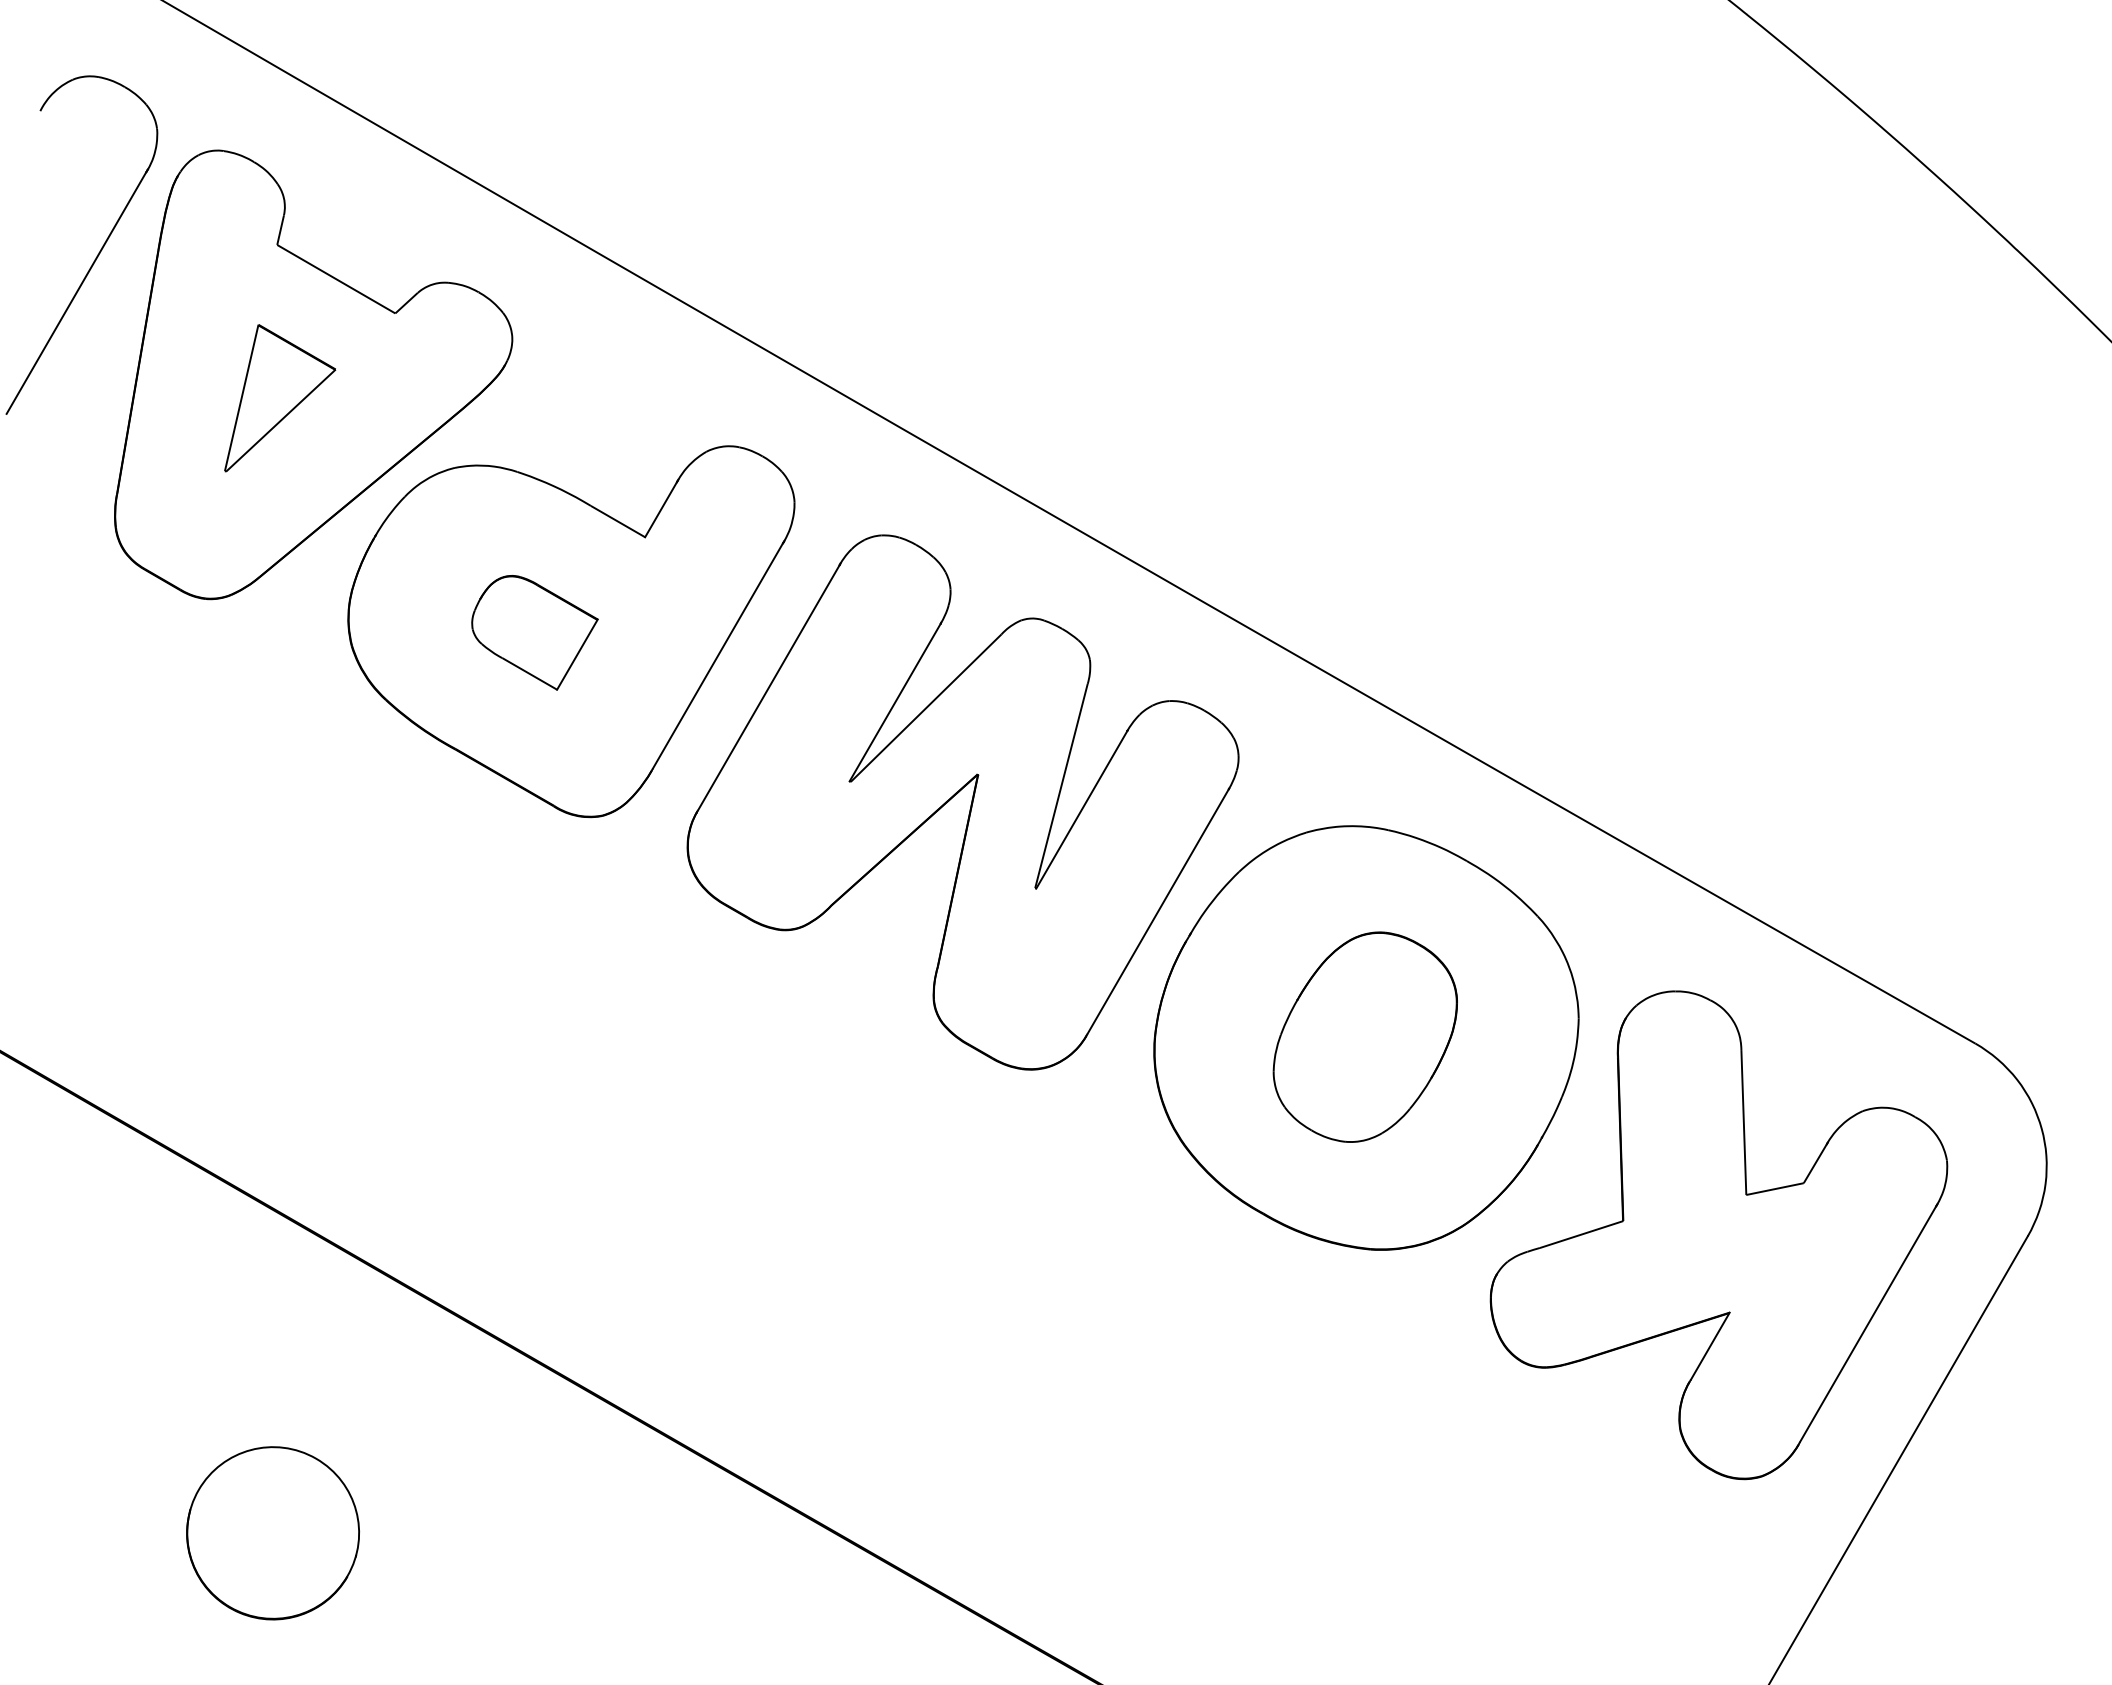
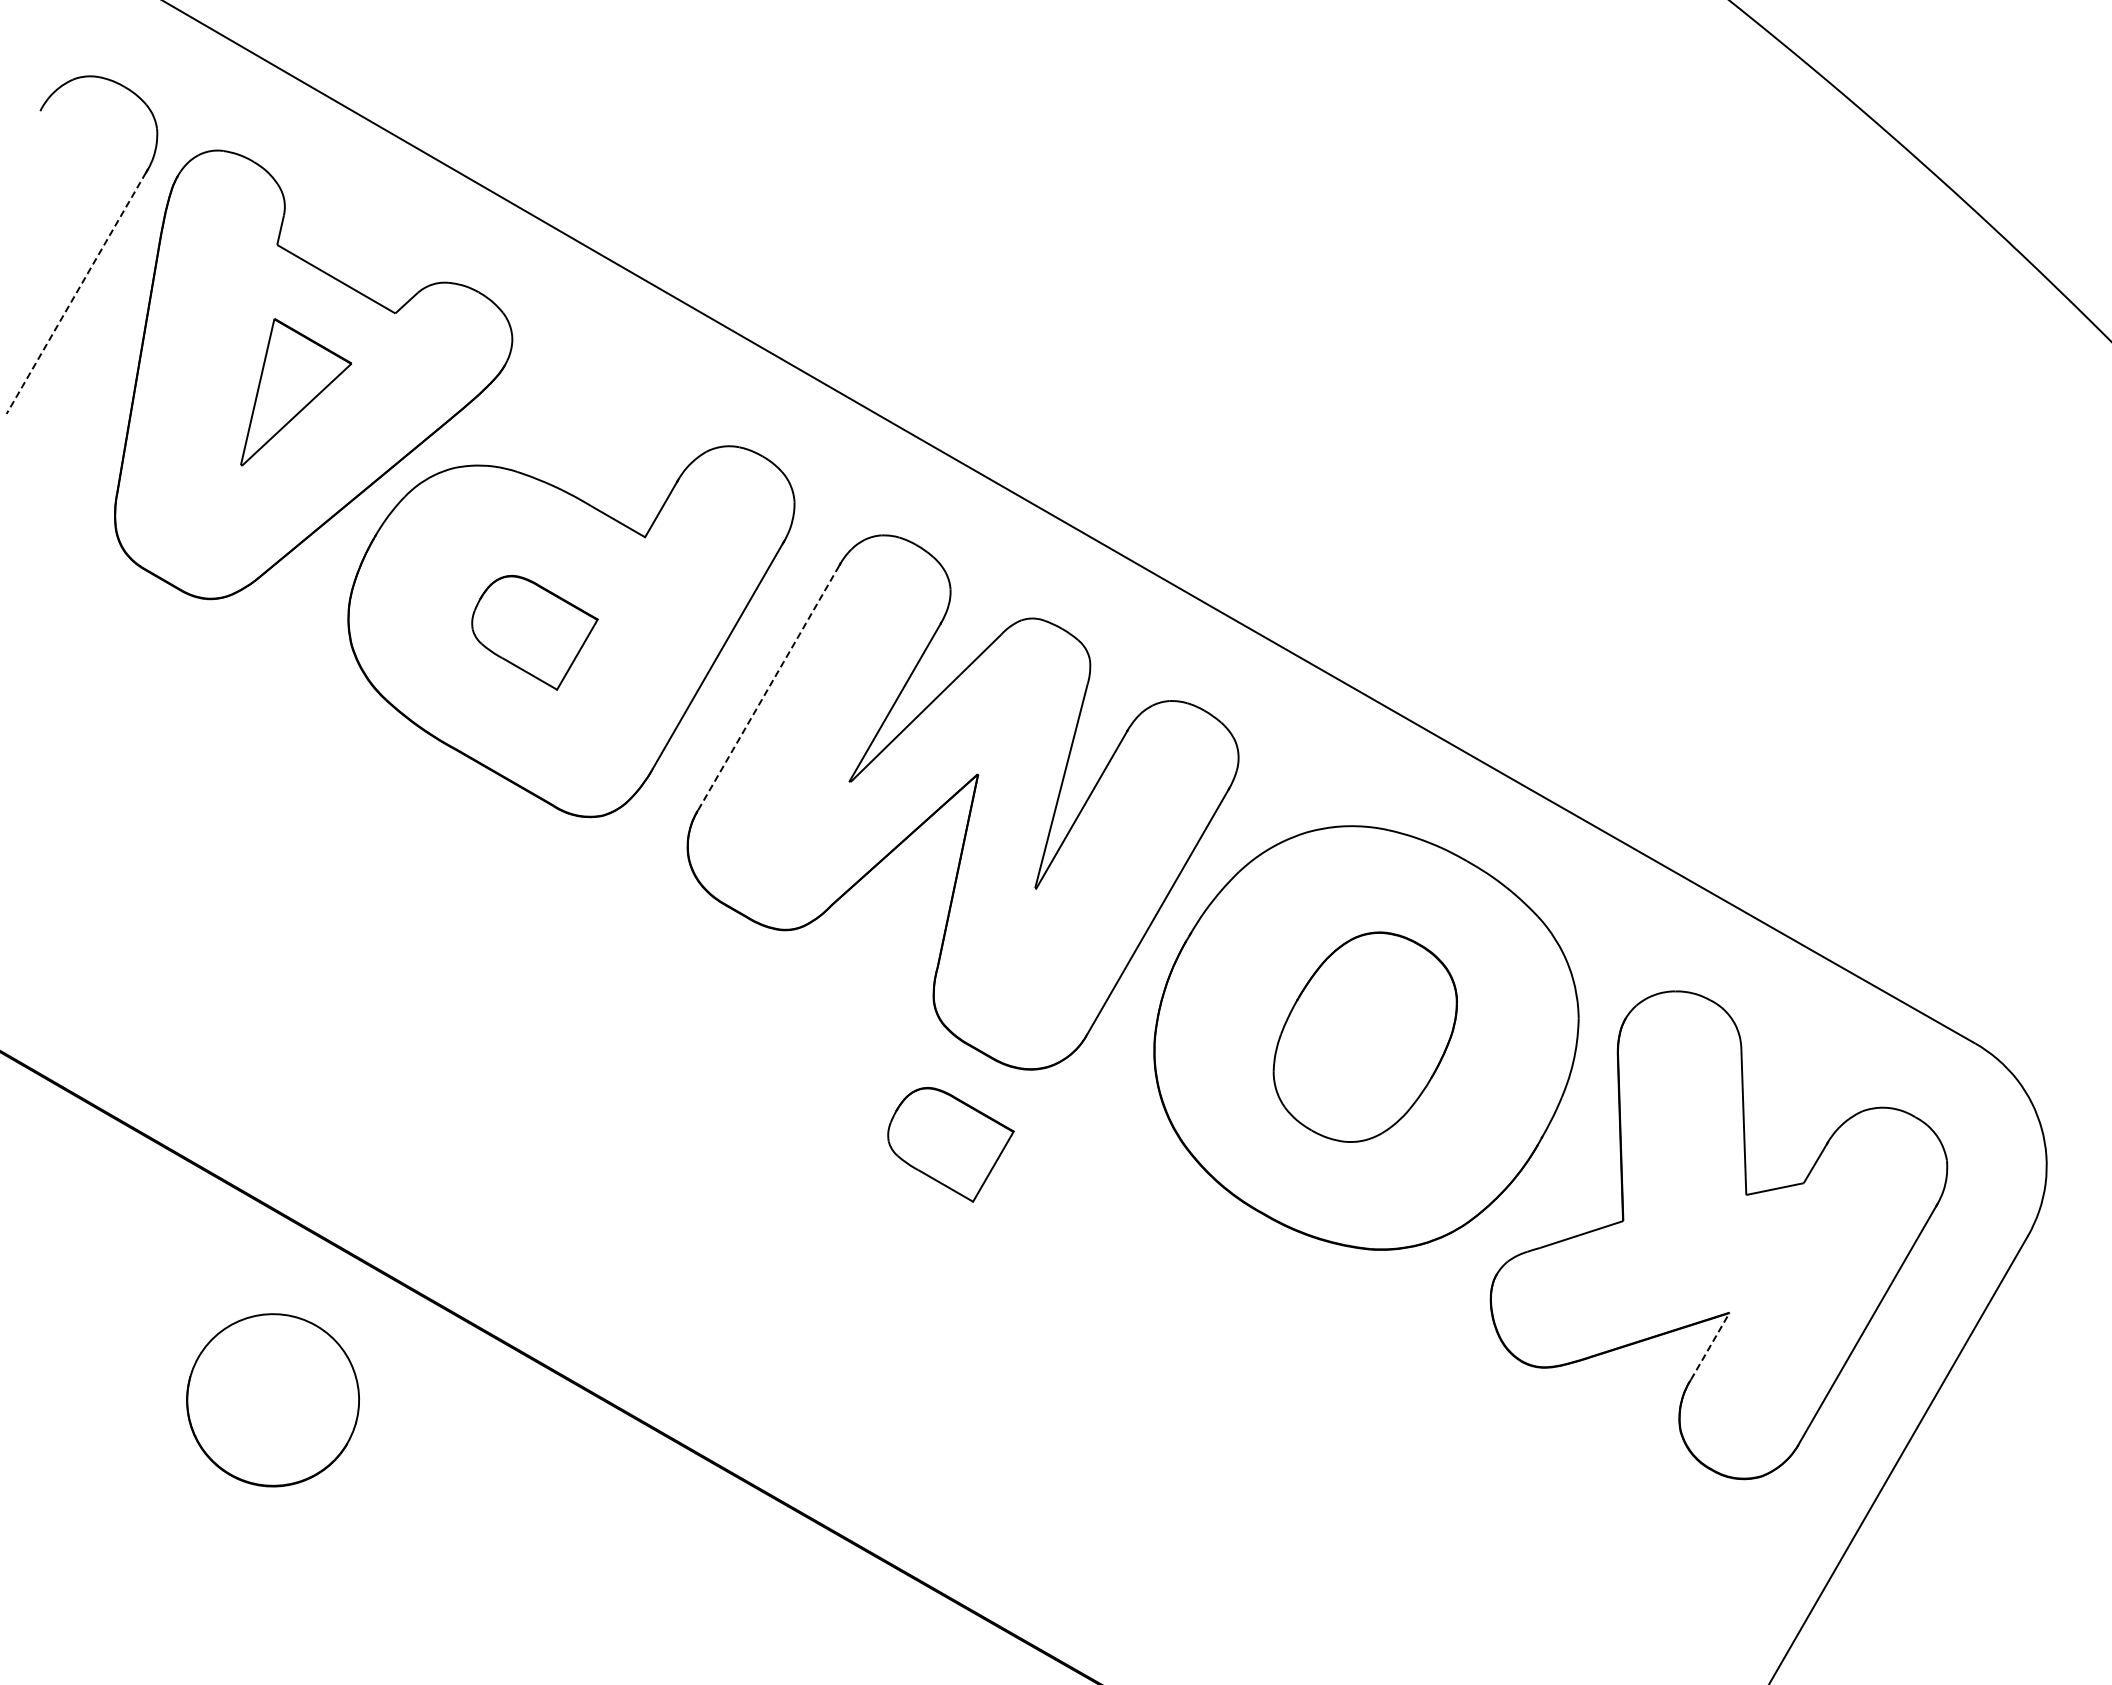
line at (76, 293): solid -> dashed
part at (280, 398) position: (280, 398) -> (296, 392)
line at (769, 687): solid -> dashed
part at (950, 1144): none -> present
line at (1710, 1346): solid -> dashed
part at (272, 1533) position: (272, 1533) -> (272, 1400)
